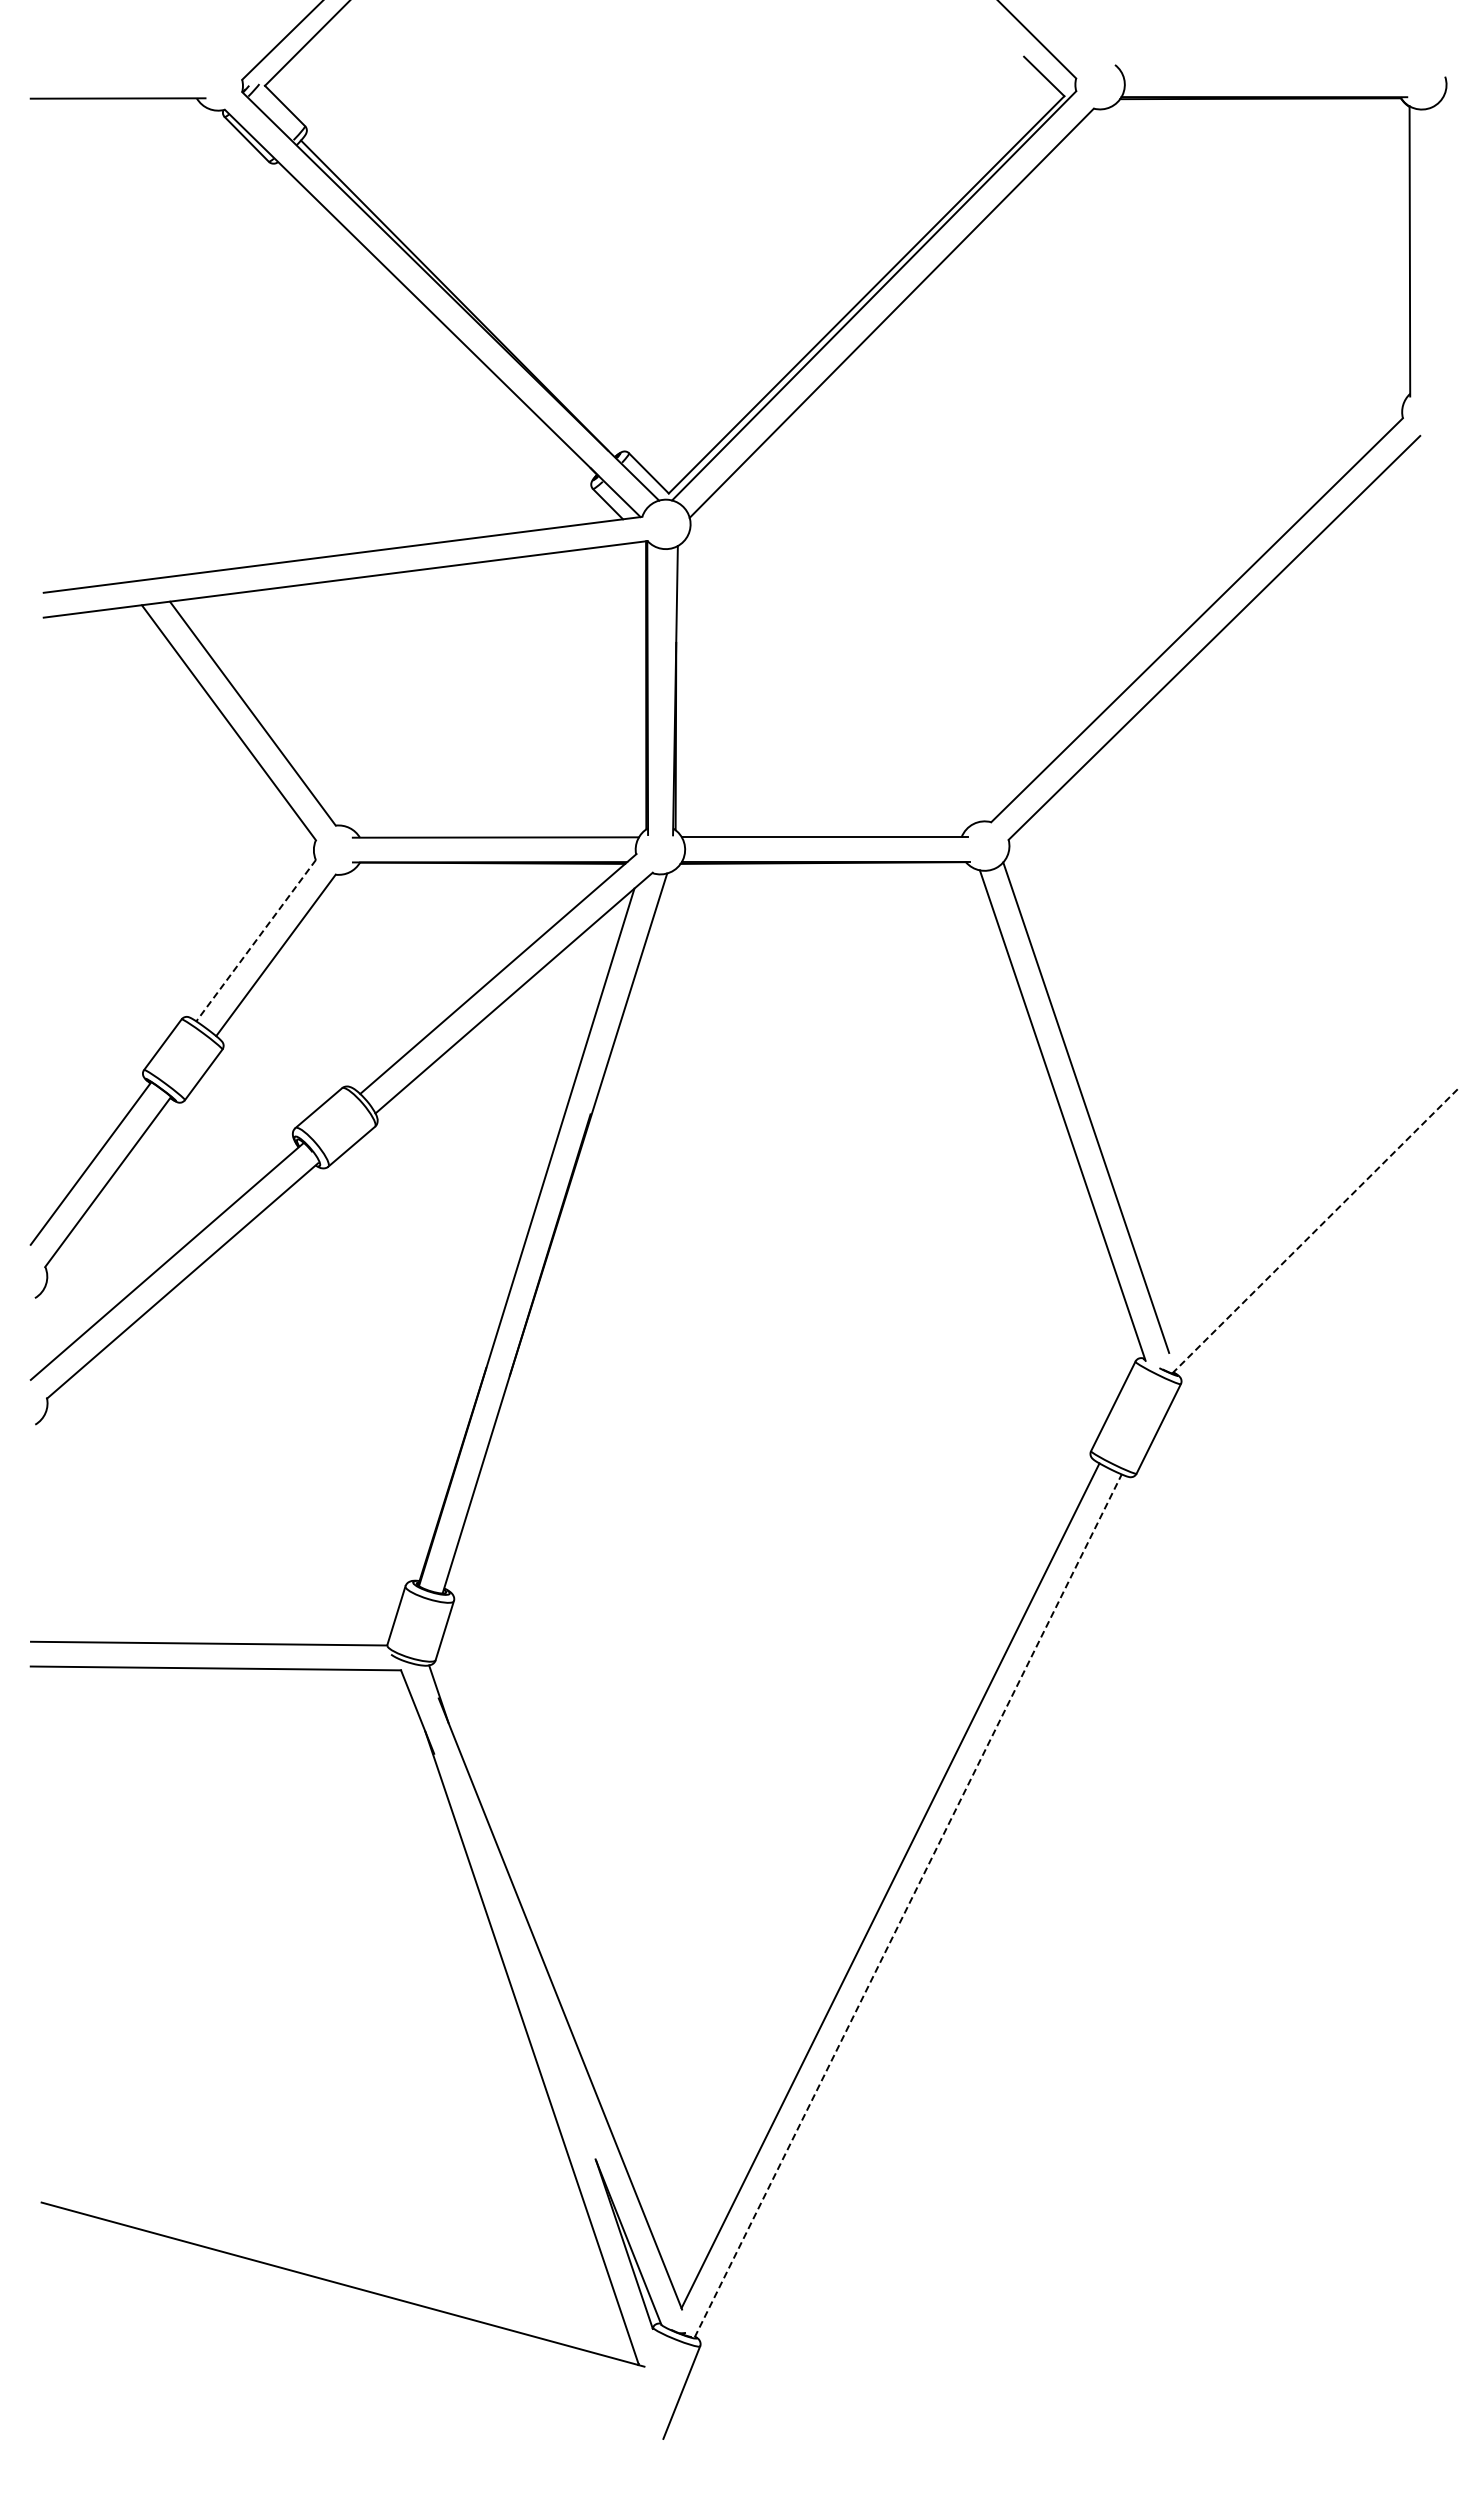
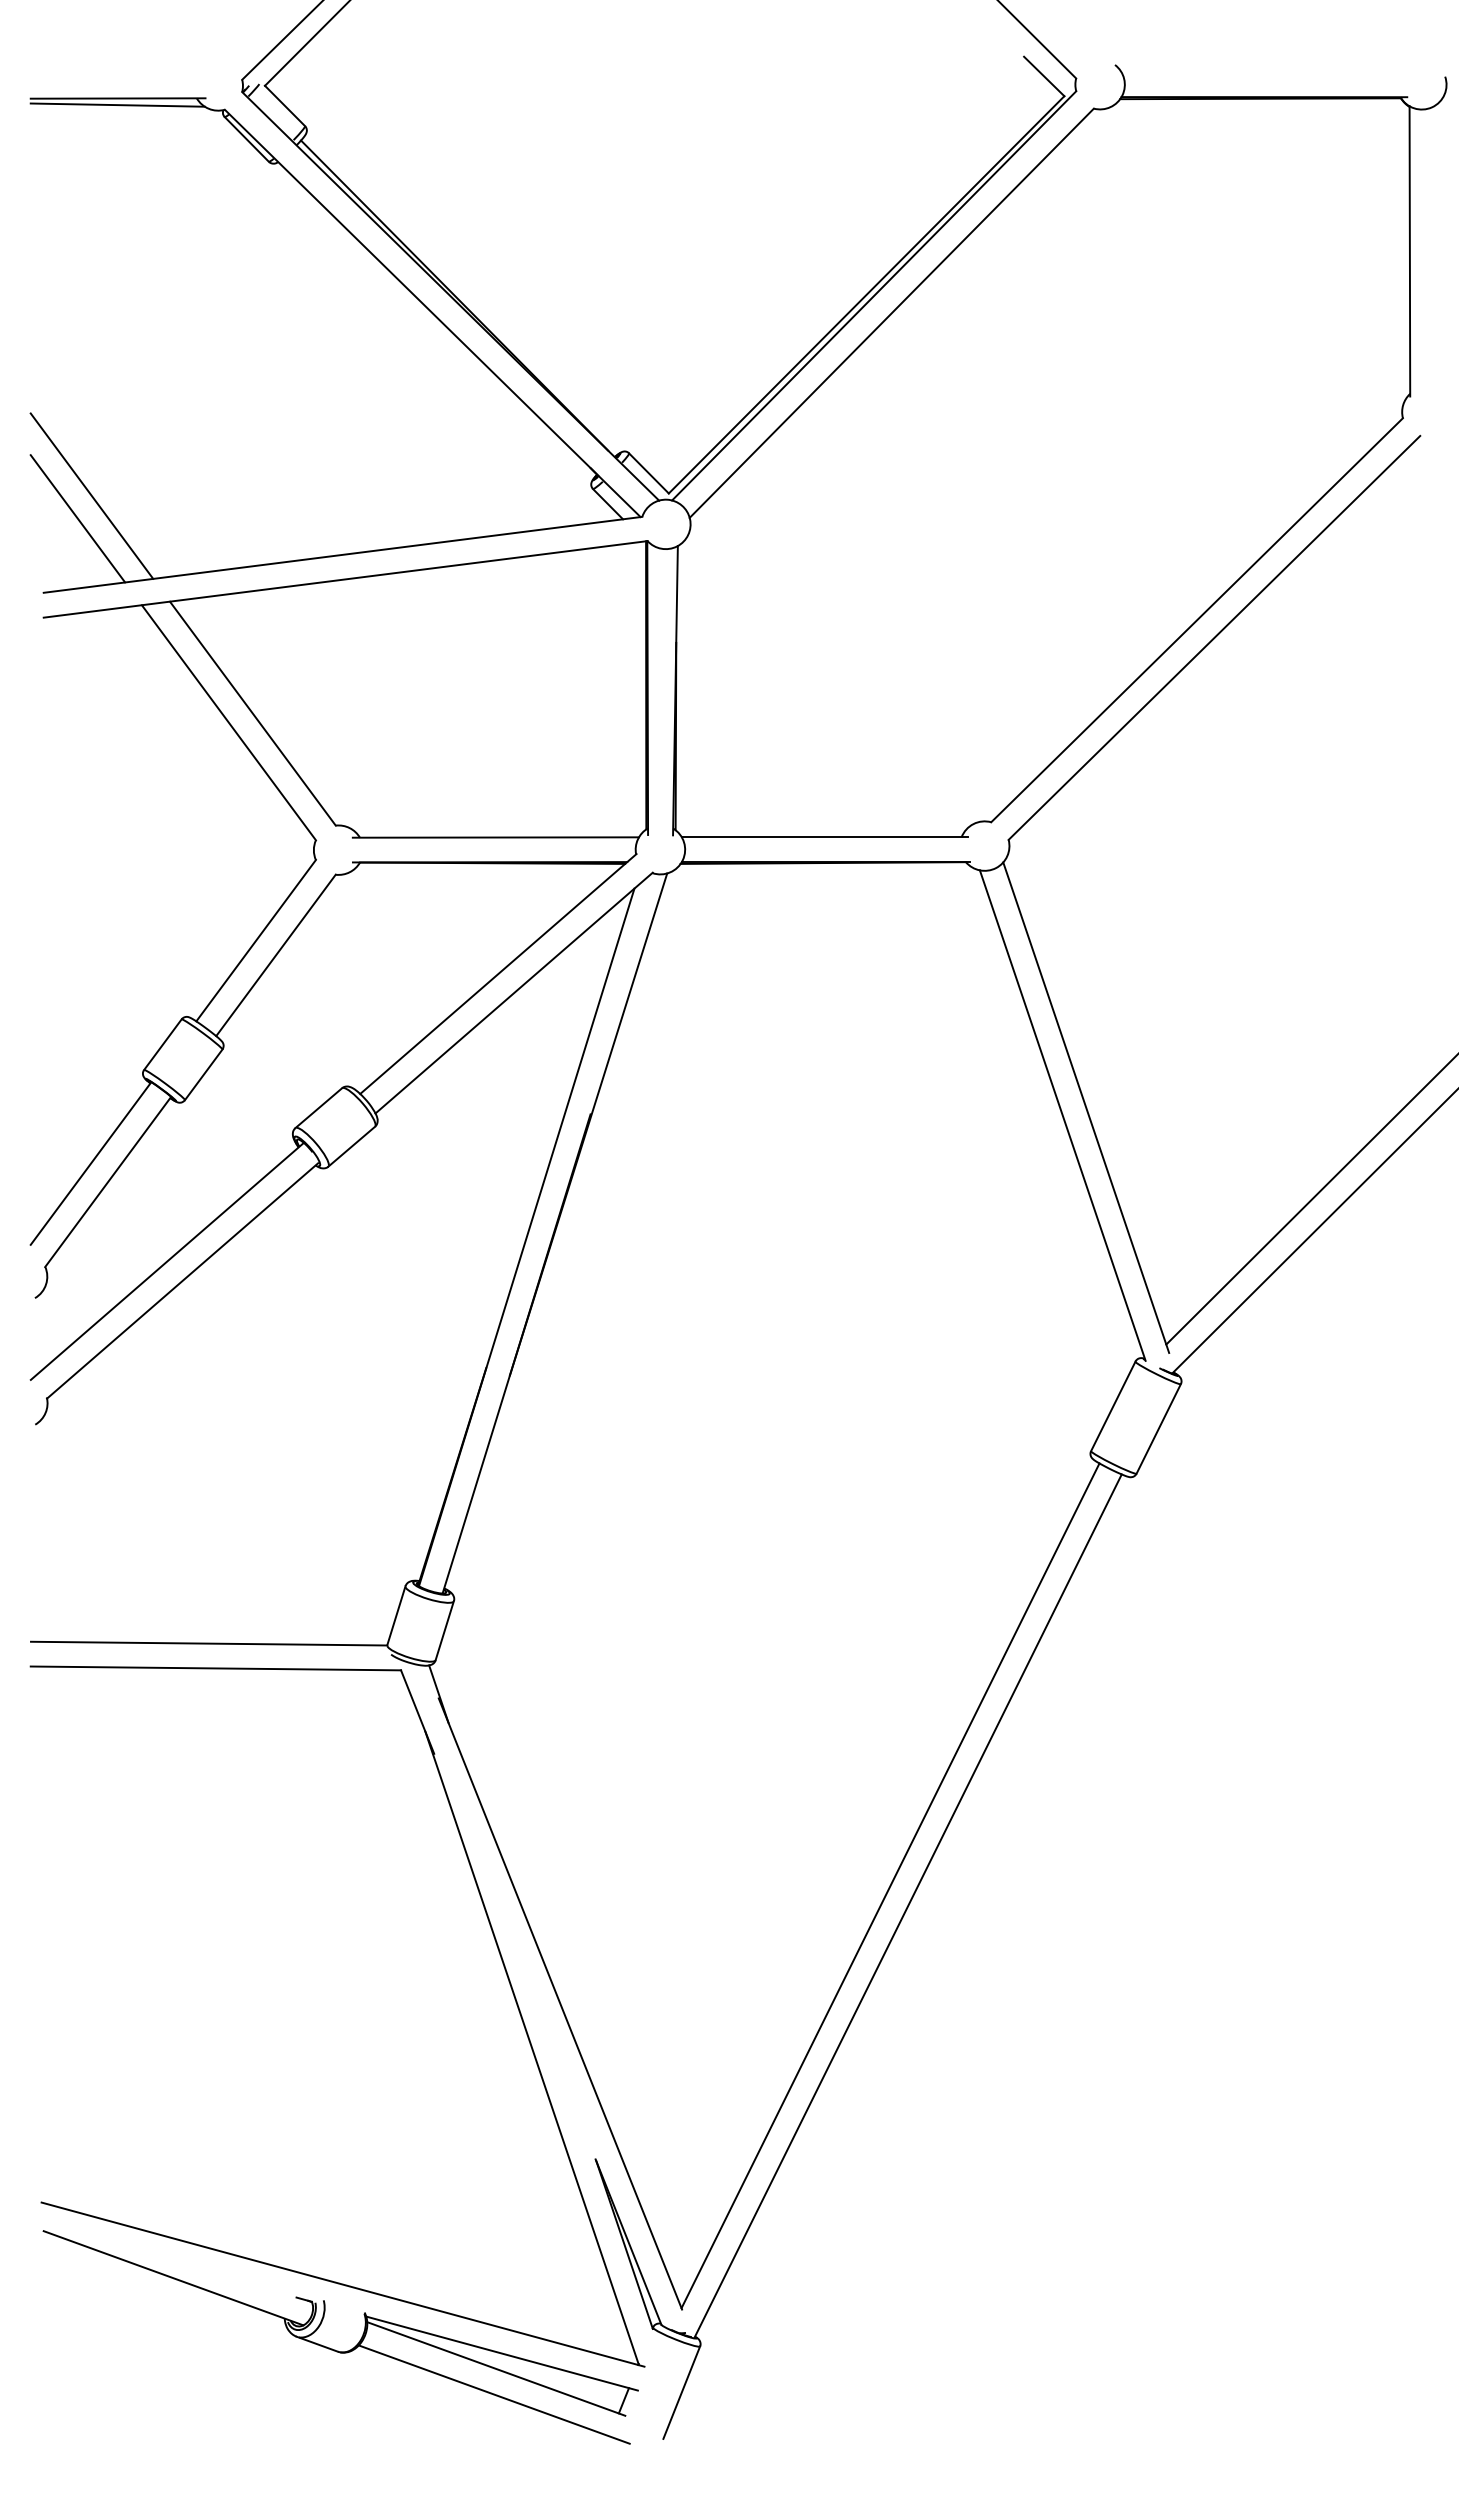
line at (117, 104): none -> present
line at (91, 495): none -> present
line at (77, 518): none -> present
line at (255, 941): dashed -> solid
line at (1310, 1200): none -> present
line at (1315, 1230): dashed -> solid
line at (908, 1905): dashed -> solid
part at (335, 2349): none -> present
